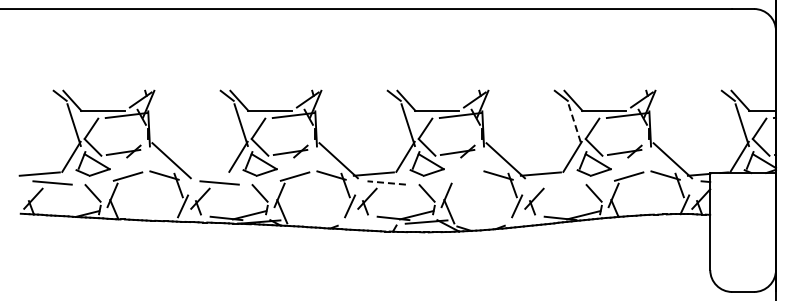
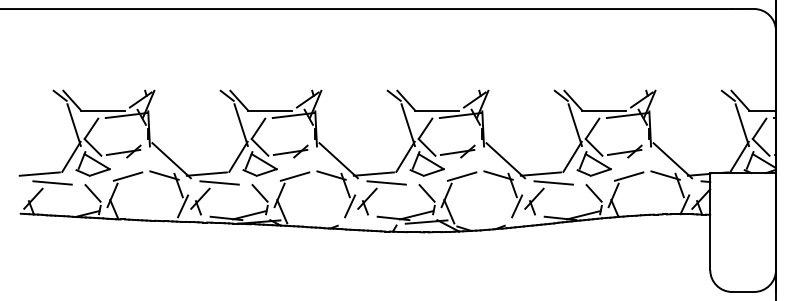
line at (575, 125): dashed -> solid
line at (206, 173): none -> present
line at (461, 176): none -> present
line at (386, 182): dashed -> solid
line at (553, 182): none -> present
